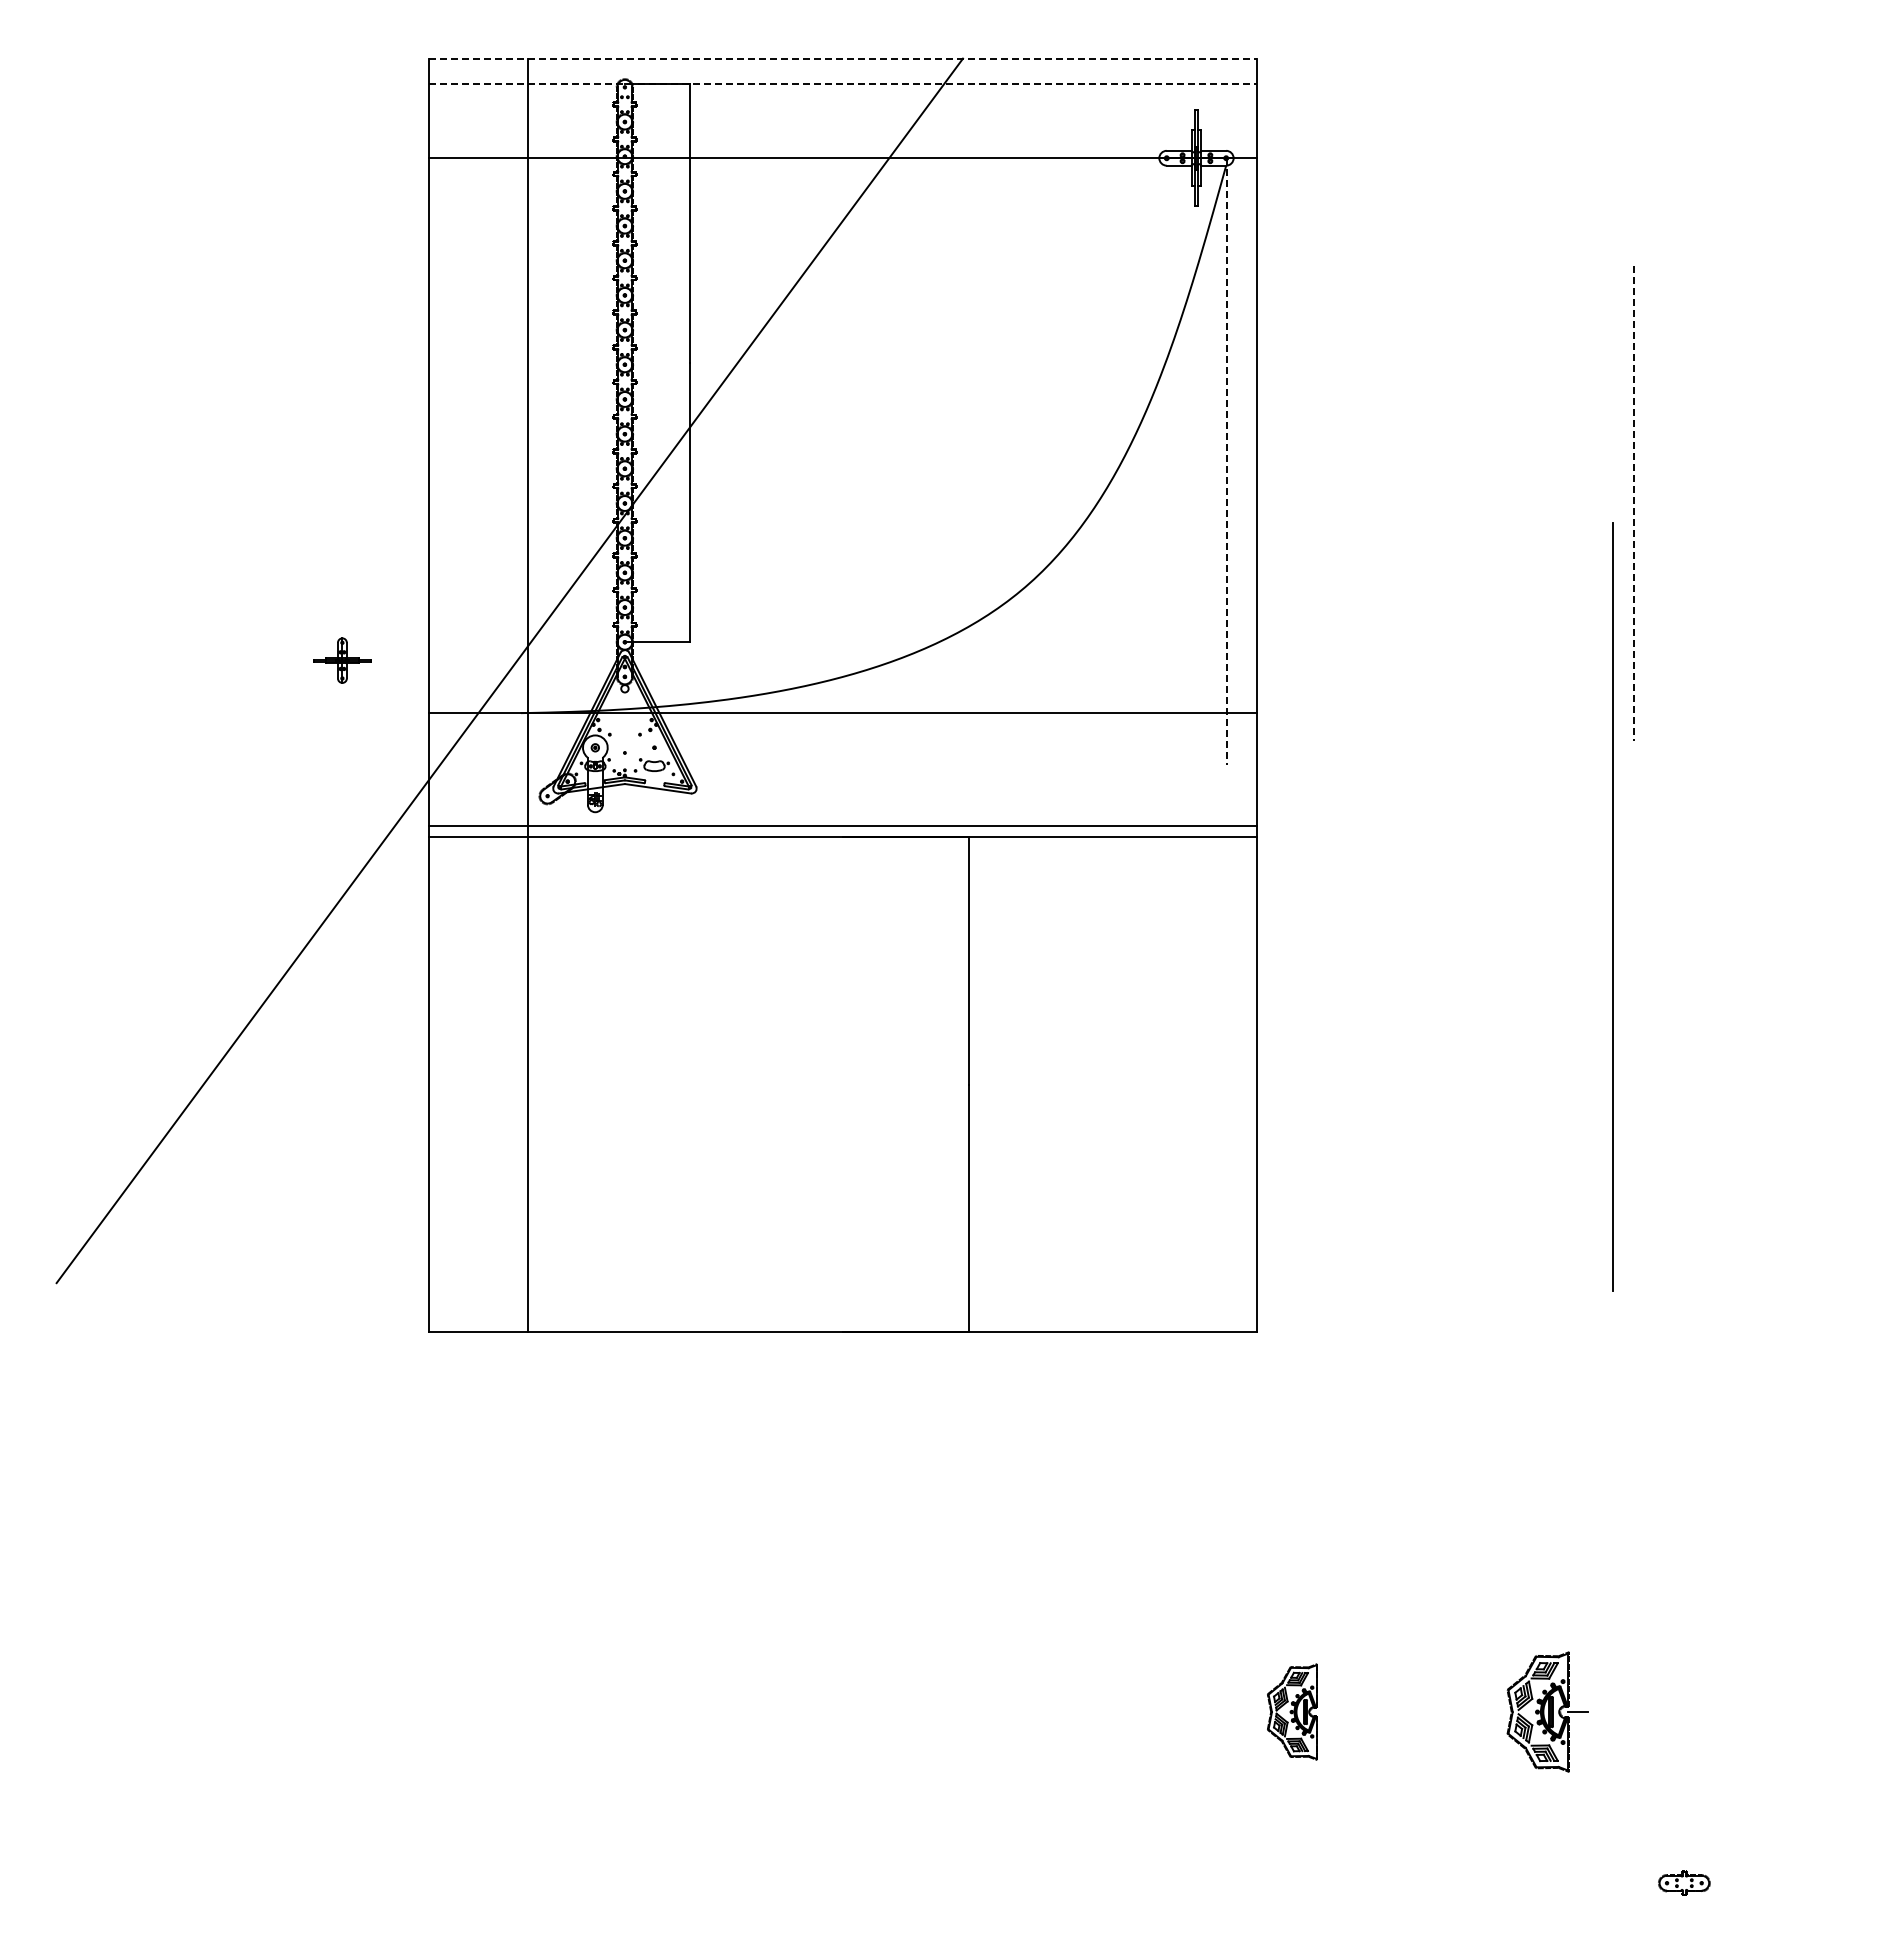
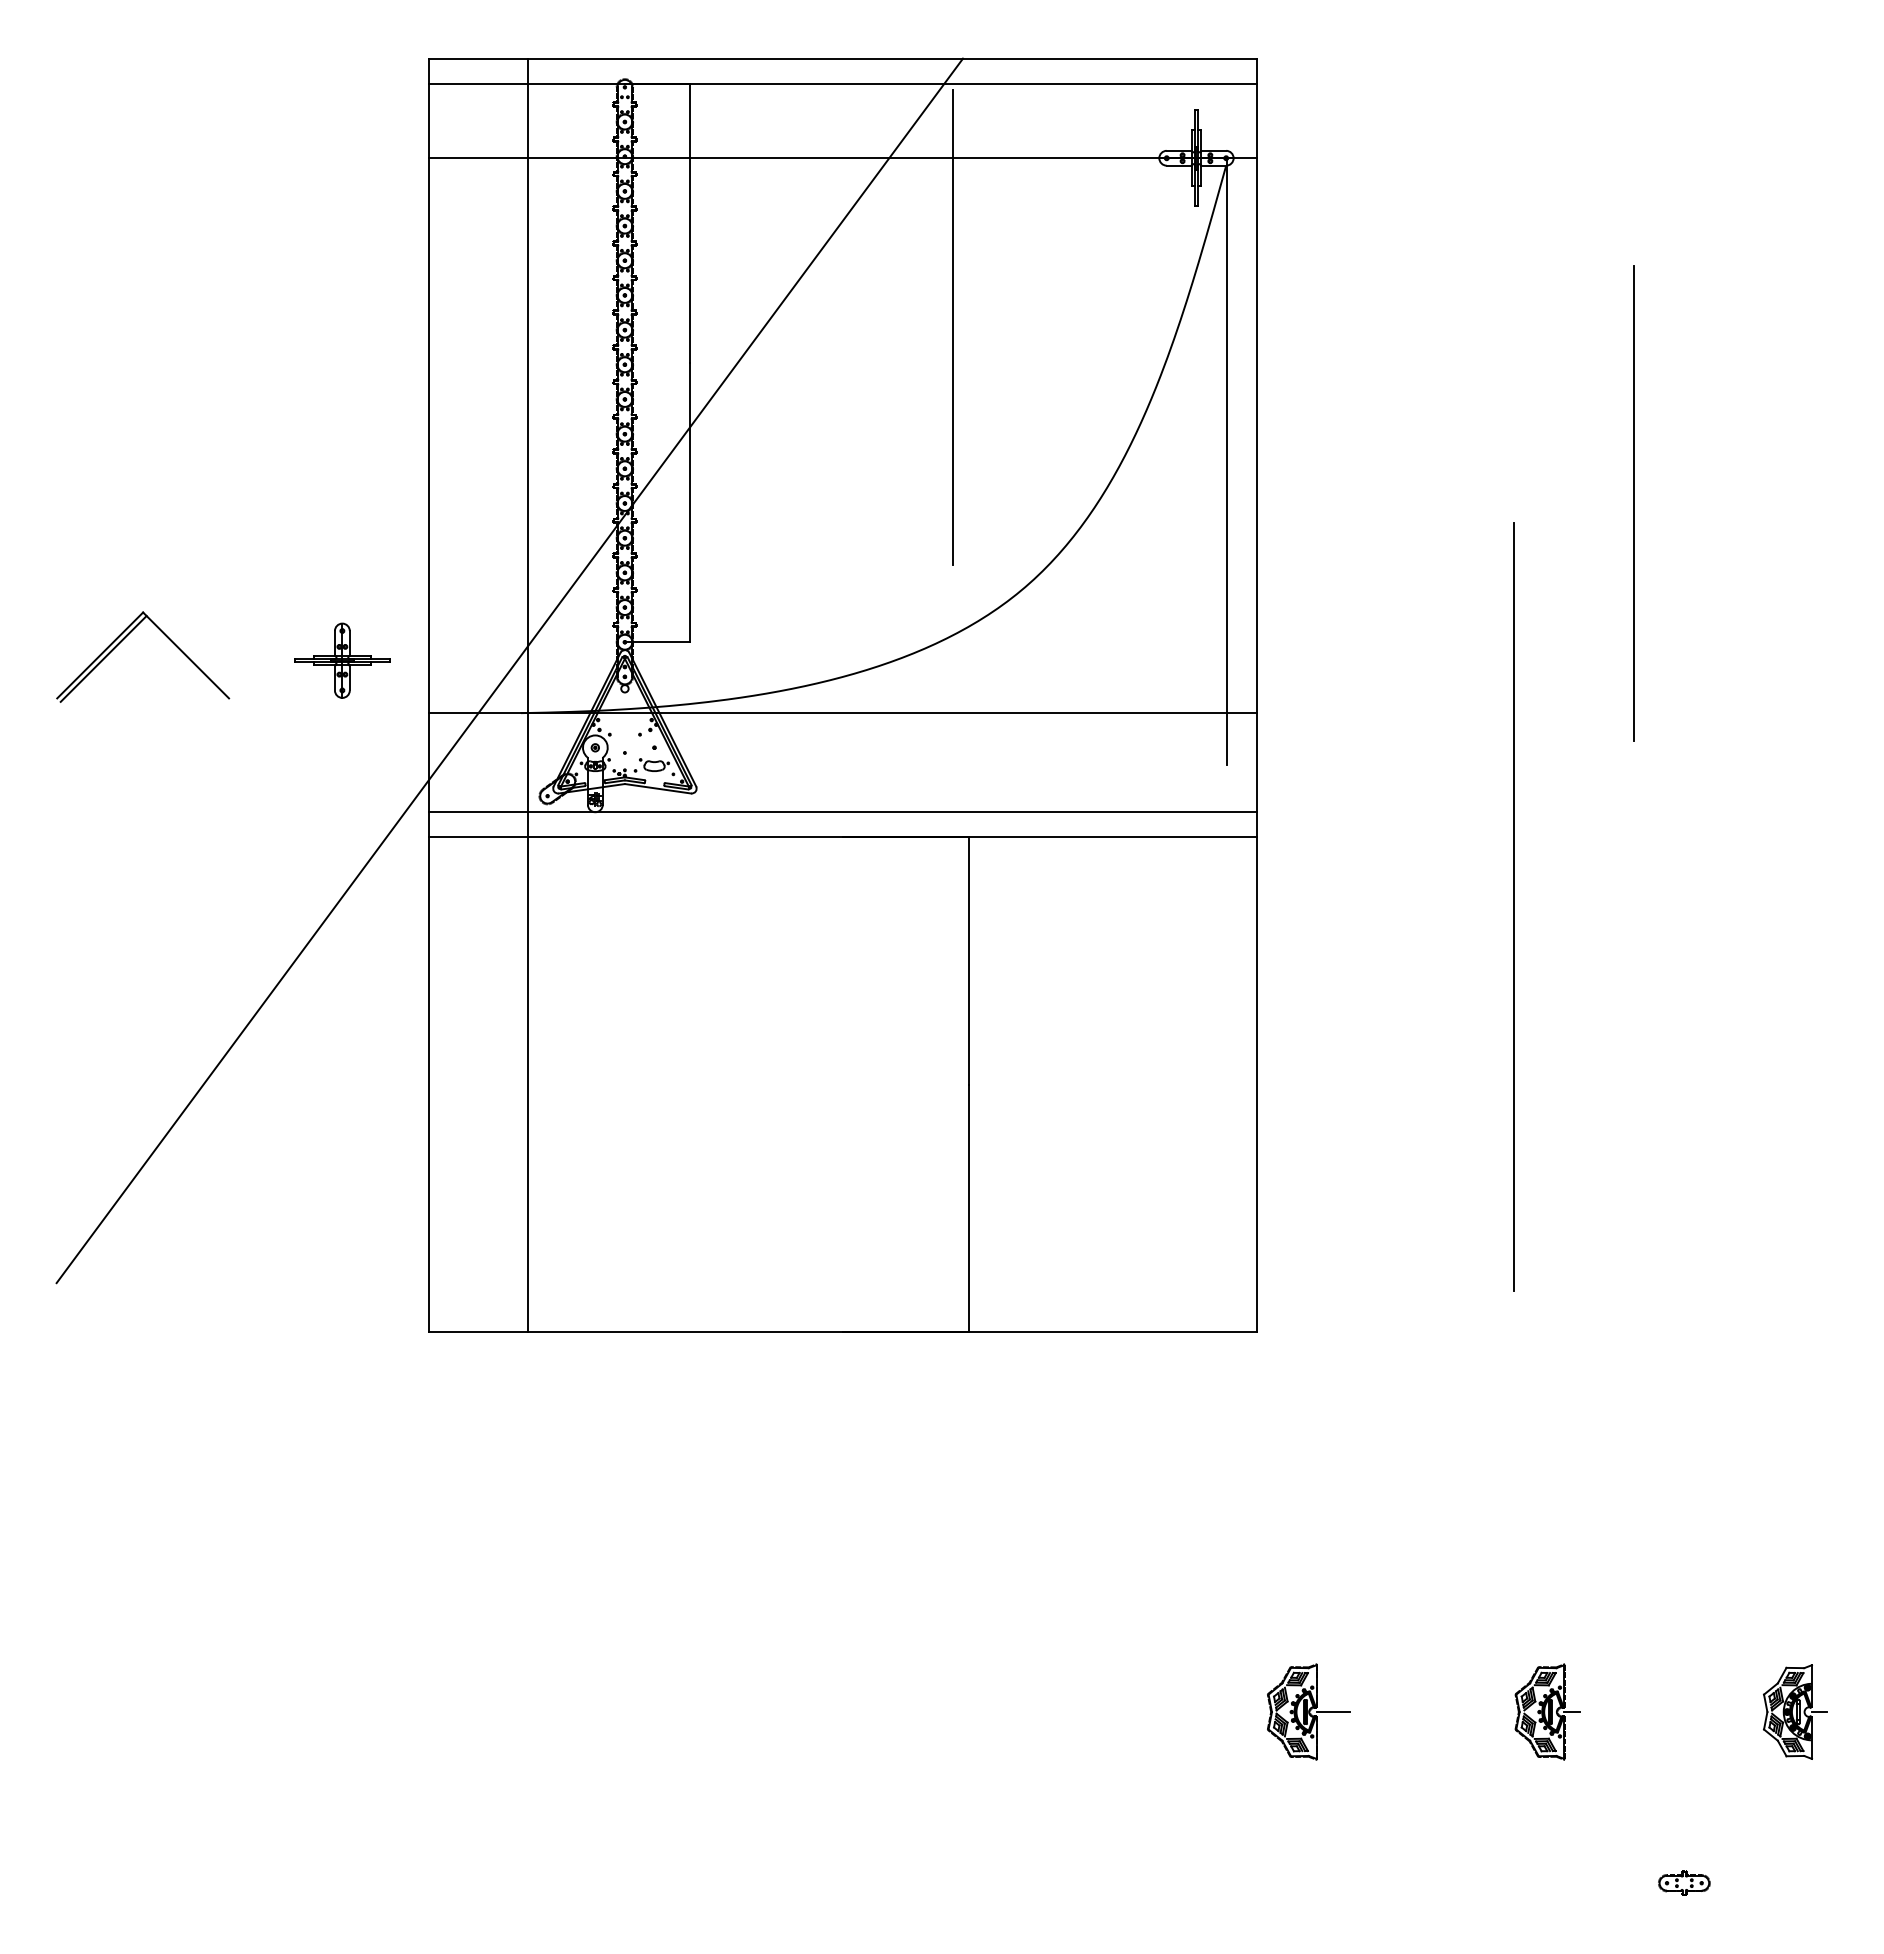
line at (843, 59): dashed -> solid
line at (843, 83): dashed -> solid
line at (952, 327): none -> present
line at (1226, 461): dashed -> solid
line at (1633, 503): dashed -> solid
part at (125, 638): none -> present
part at (342, 660) size: 59x47 px -> 97x77 px
line at (842, 826) position: (842, 826) -> (842, 812)
line at (1612, 906) position: (1612, 906) -> (1513, 906)
part at (1547, 1711) size: 83x122 px -> 67x98 px
part at (1795, 1711): none -> present
line at (1333, 1712): none -> present
